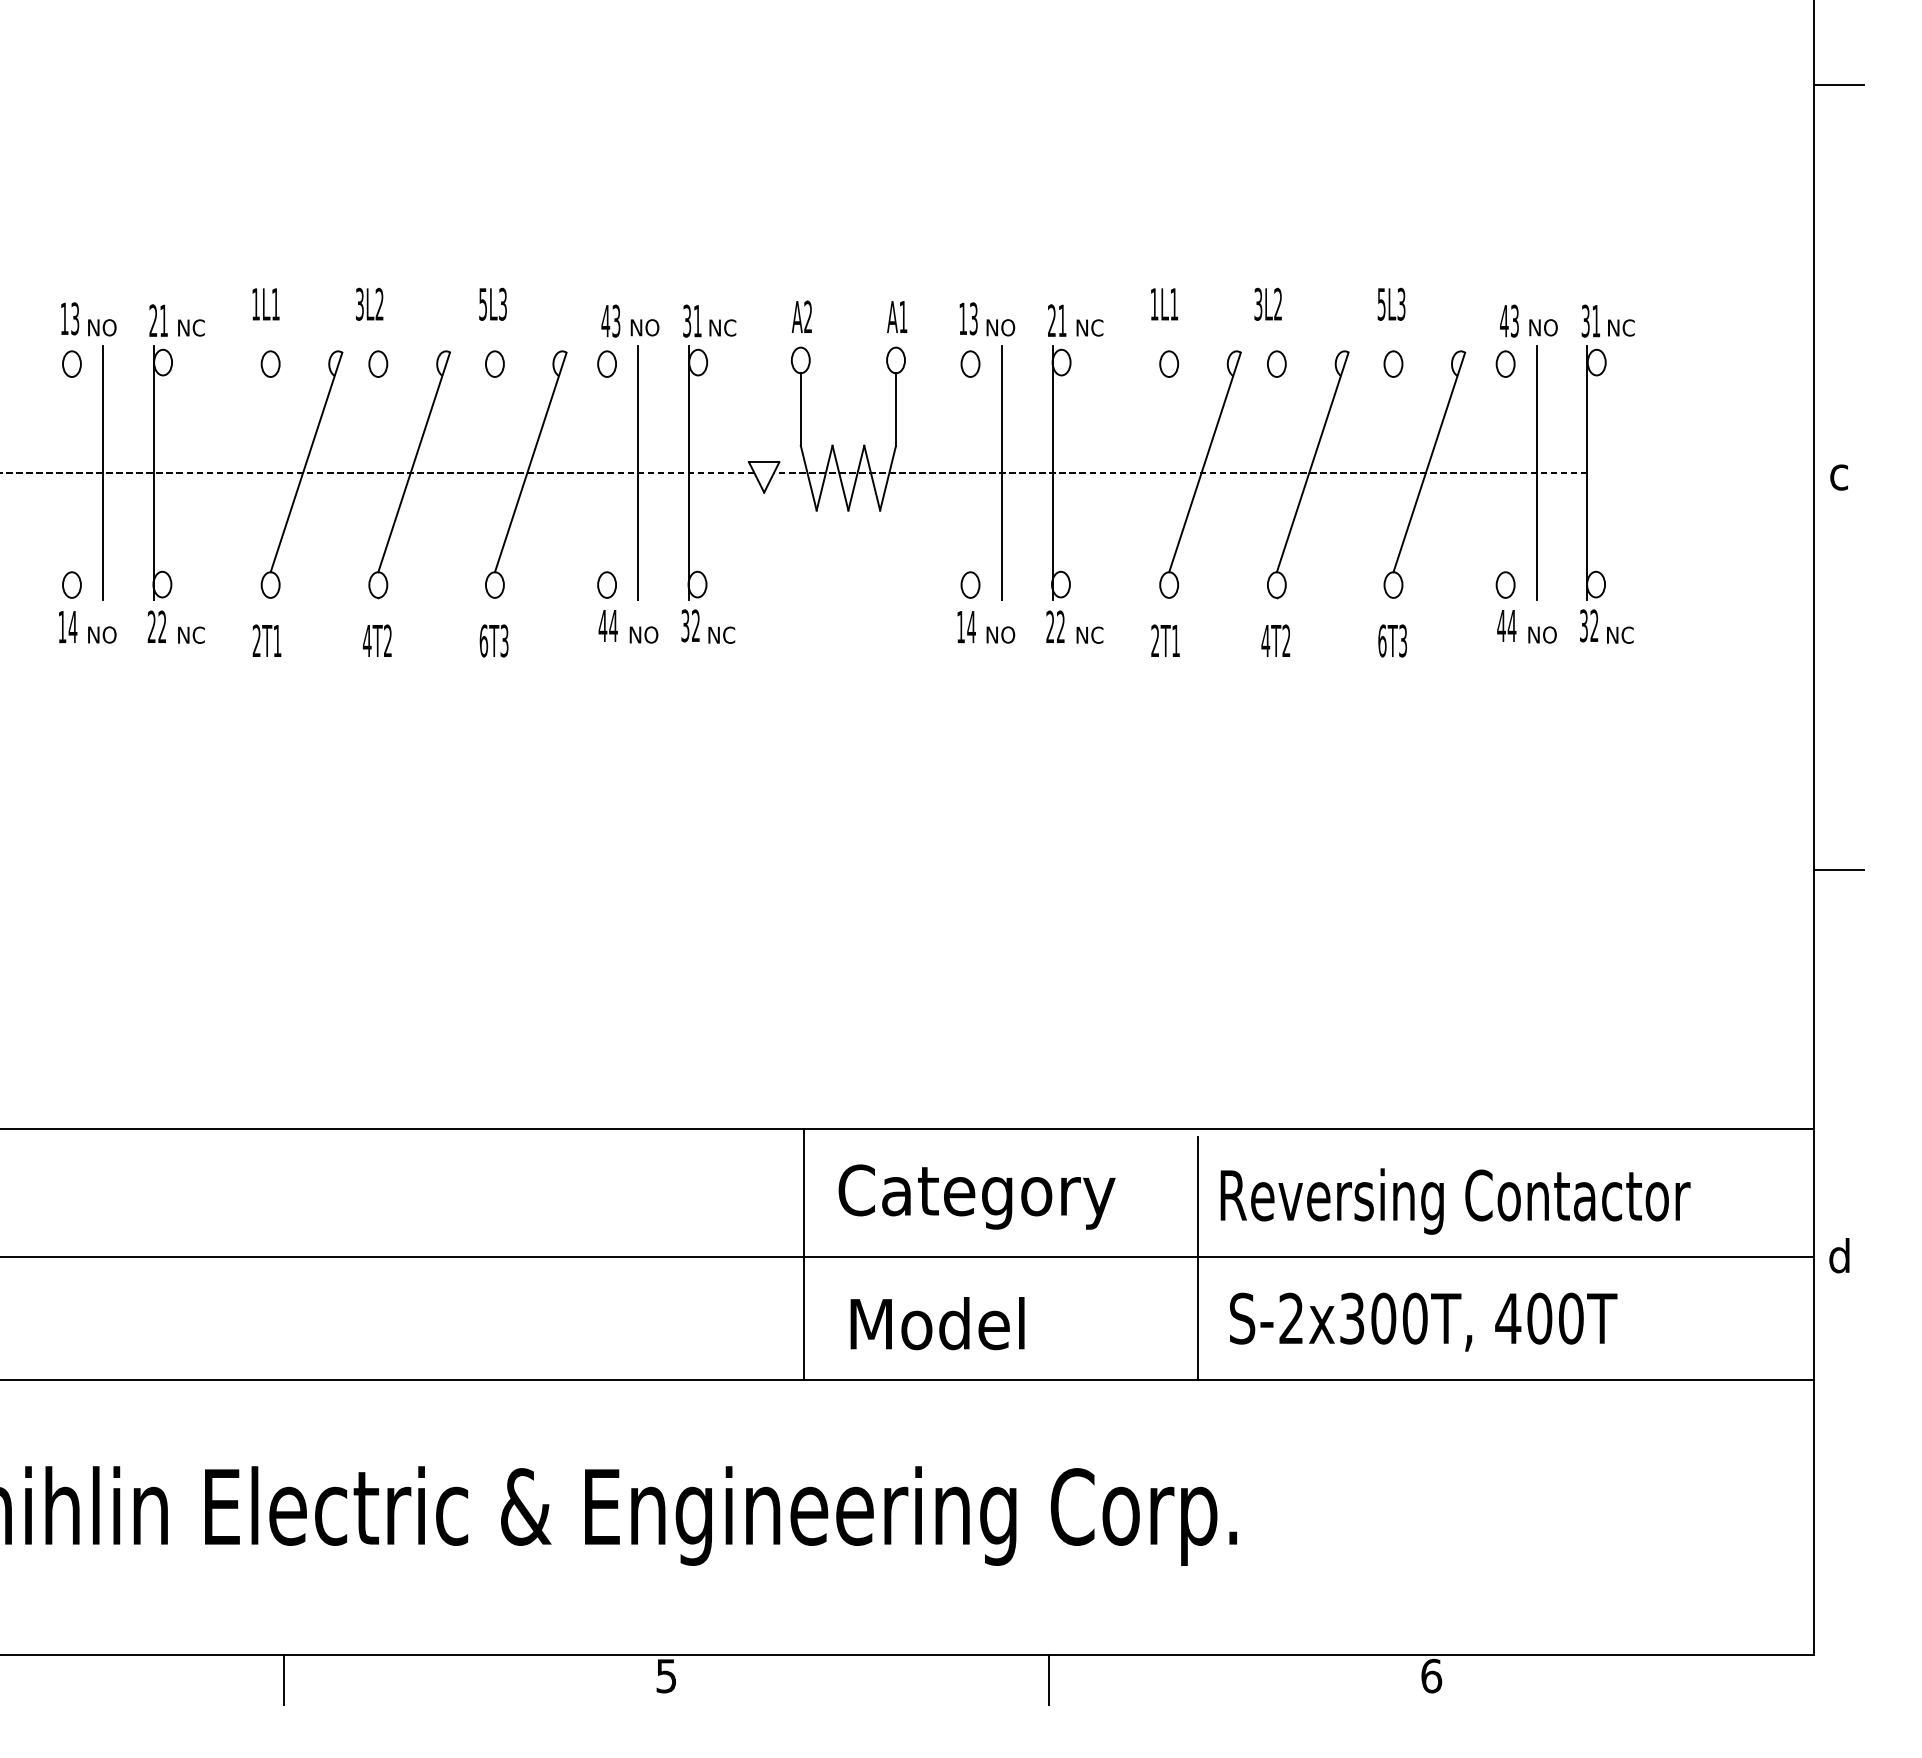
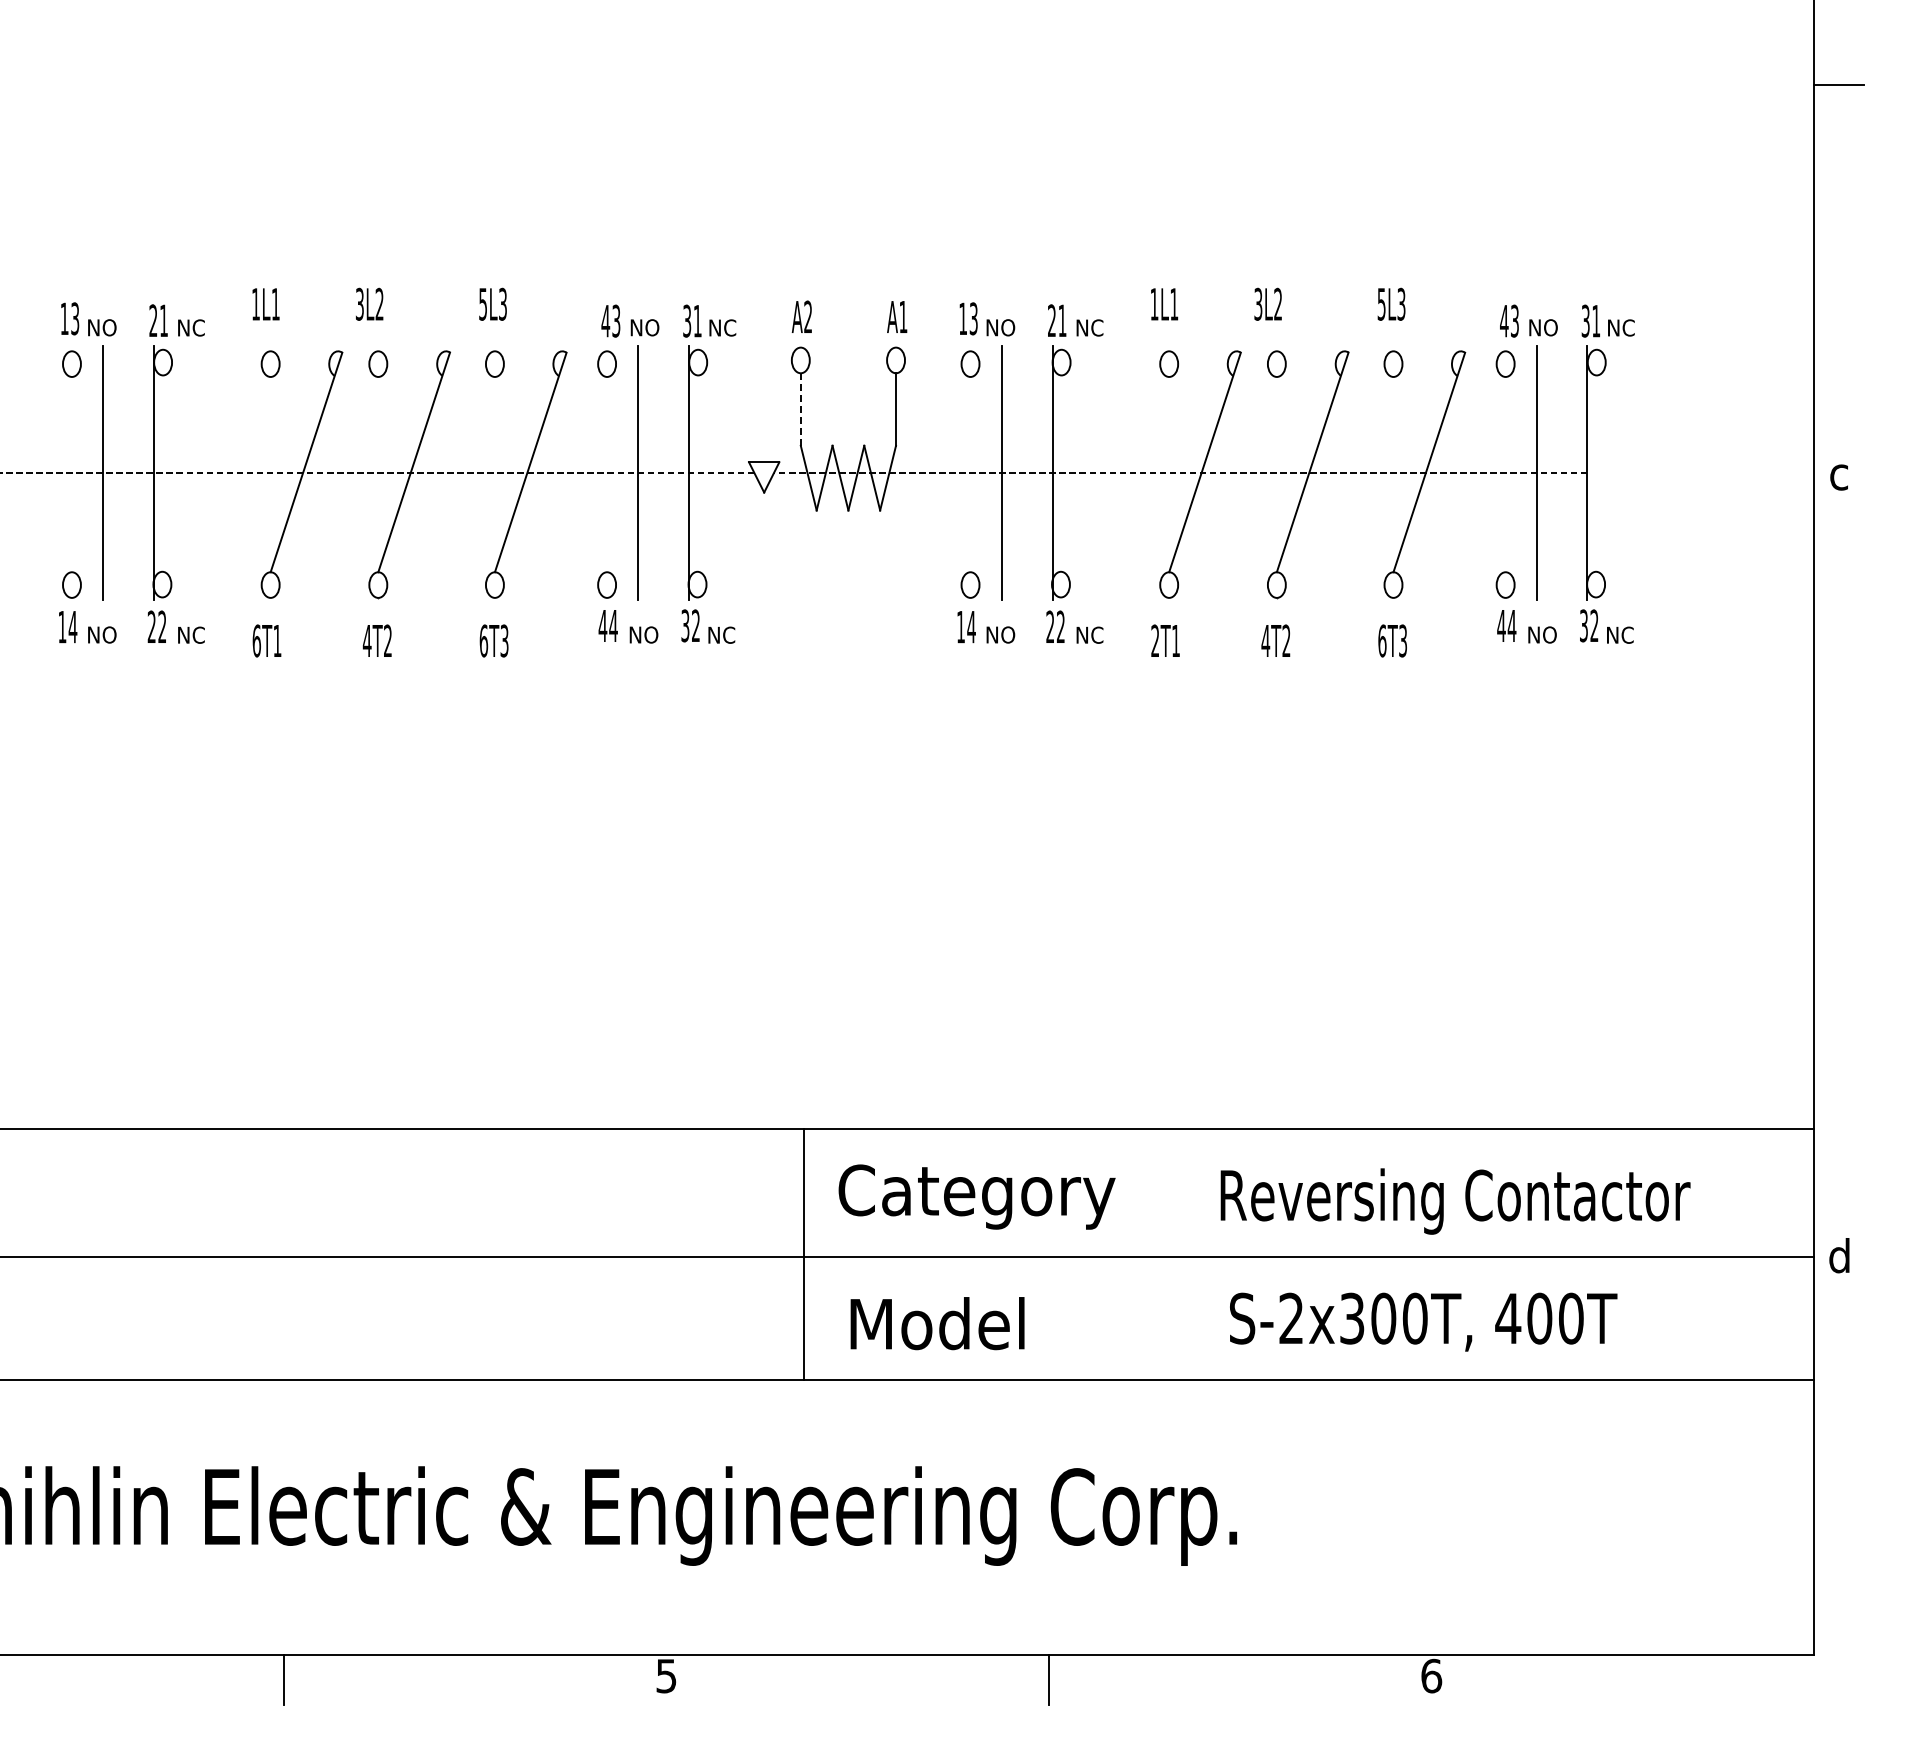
line at (800, 410): solid -> dashed
text at (256, 640): 2T1 -> 6T1
line at (1839, 870): present -> none
line at (1197, 1258): present -> none
